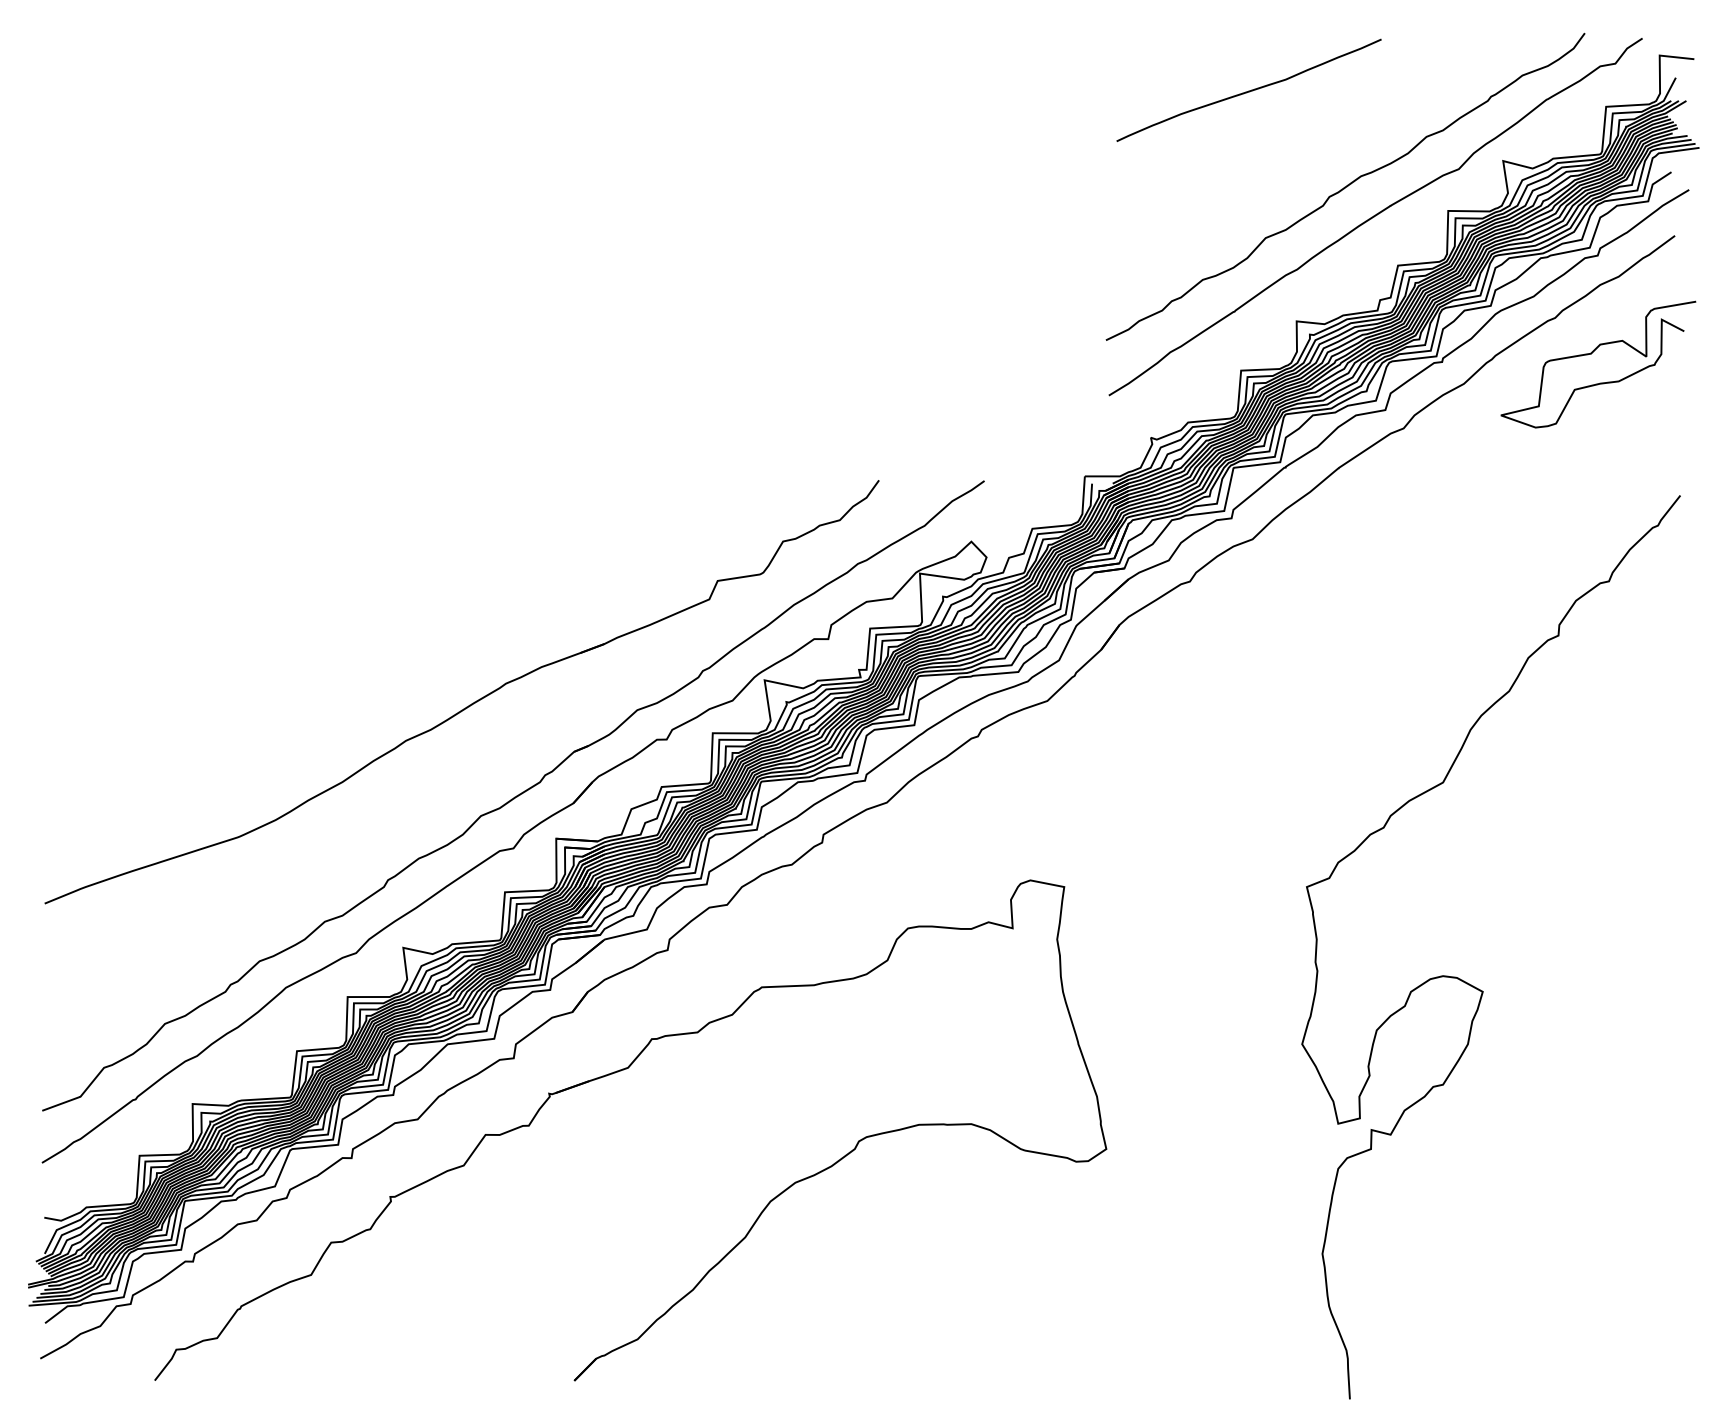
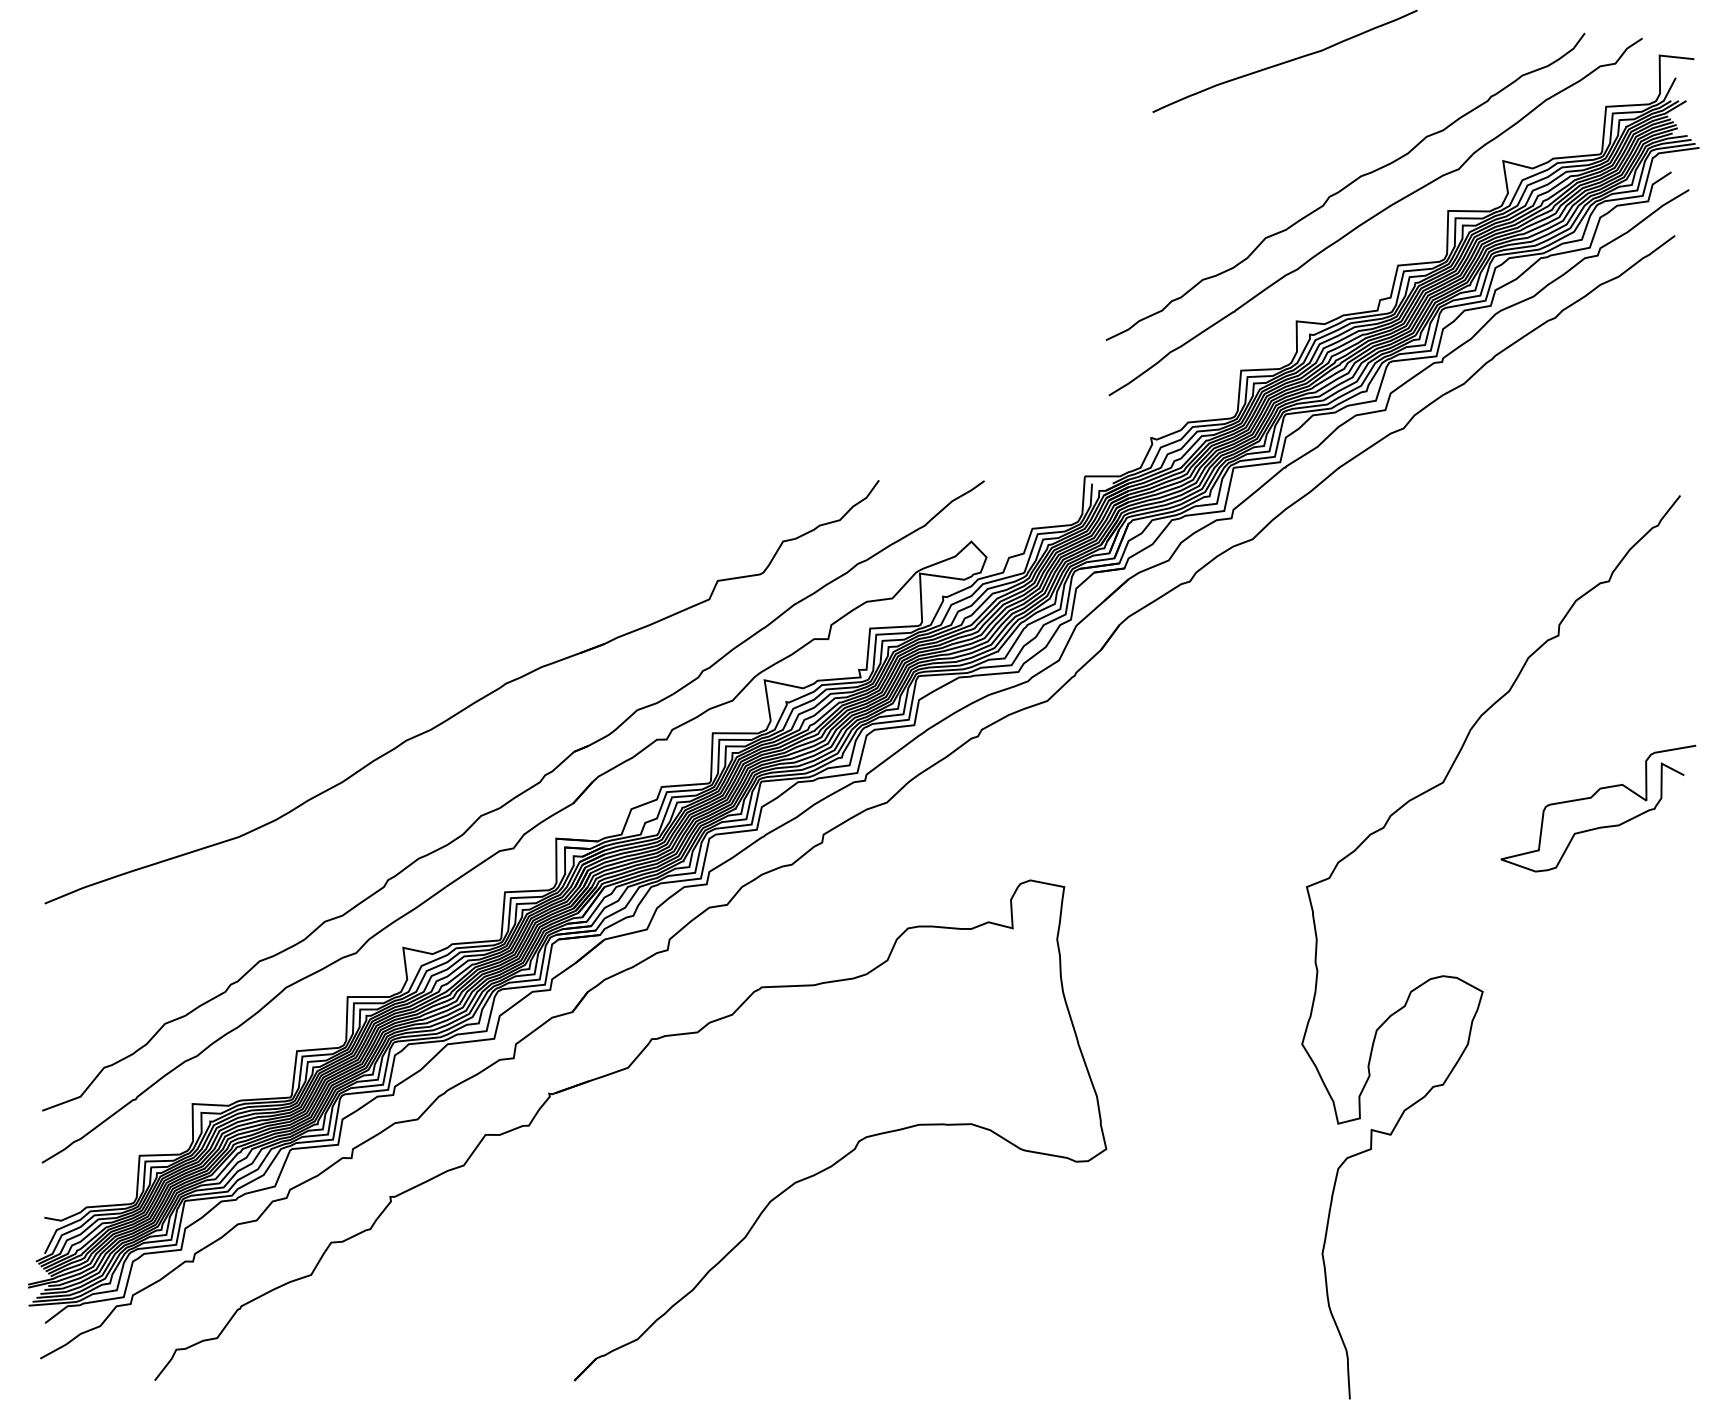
curve at (1248, 90) position: (1248, 90) -> (1284, 61)
curve at (1591, 354) position: (1591, 354) -> (1591, 798)
